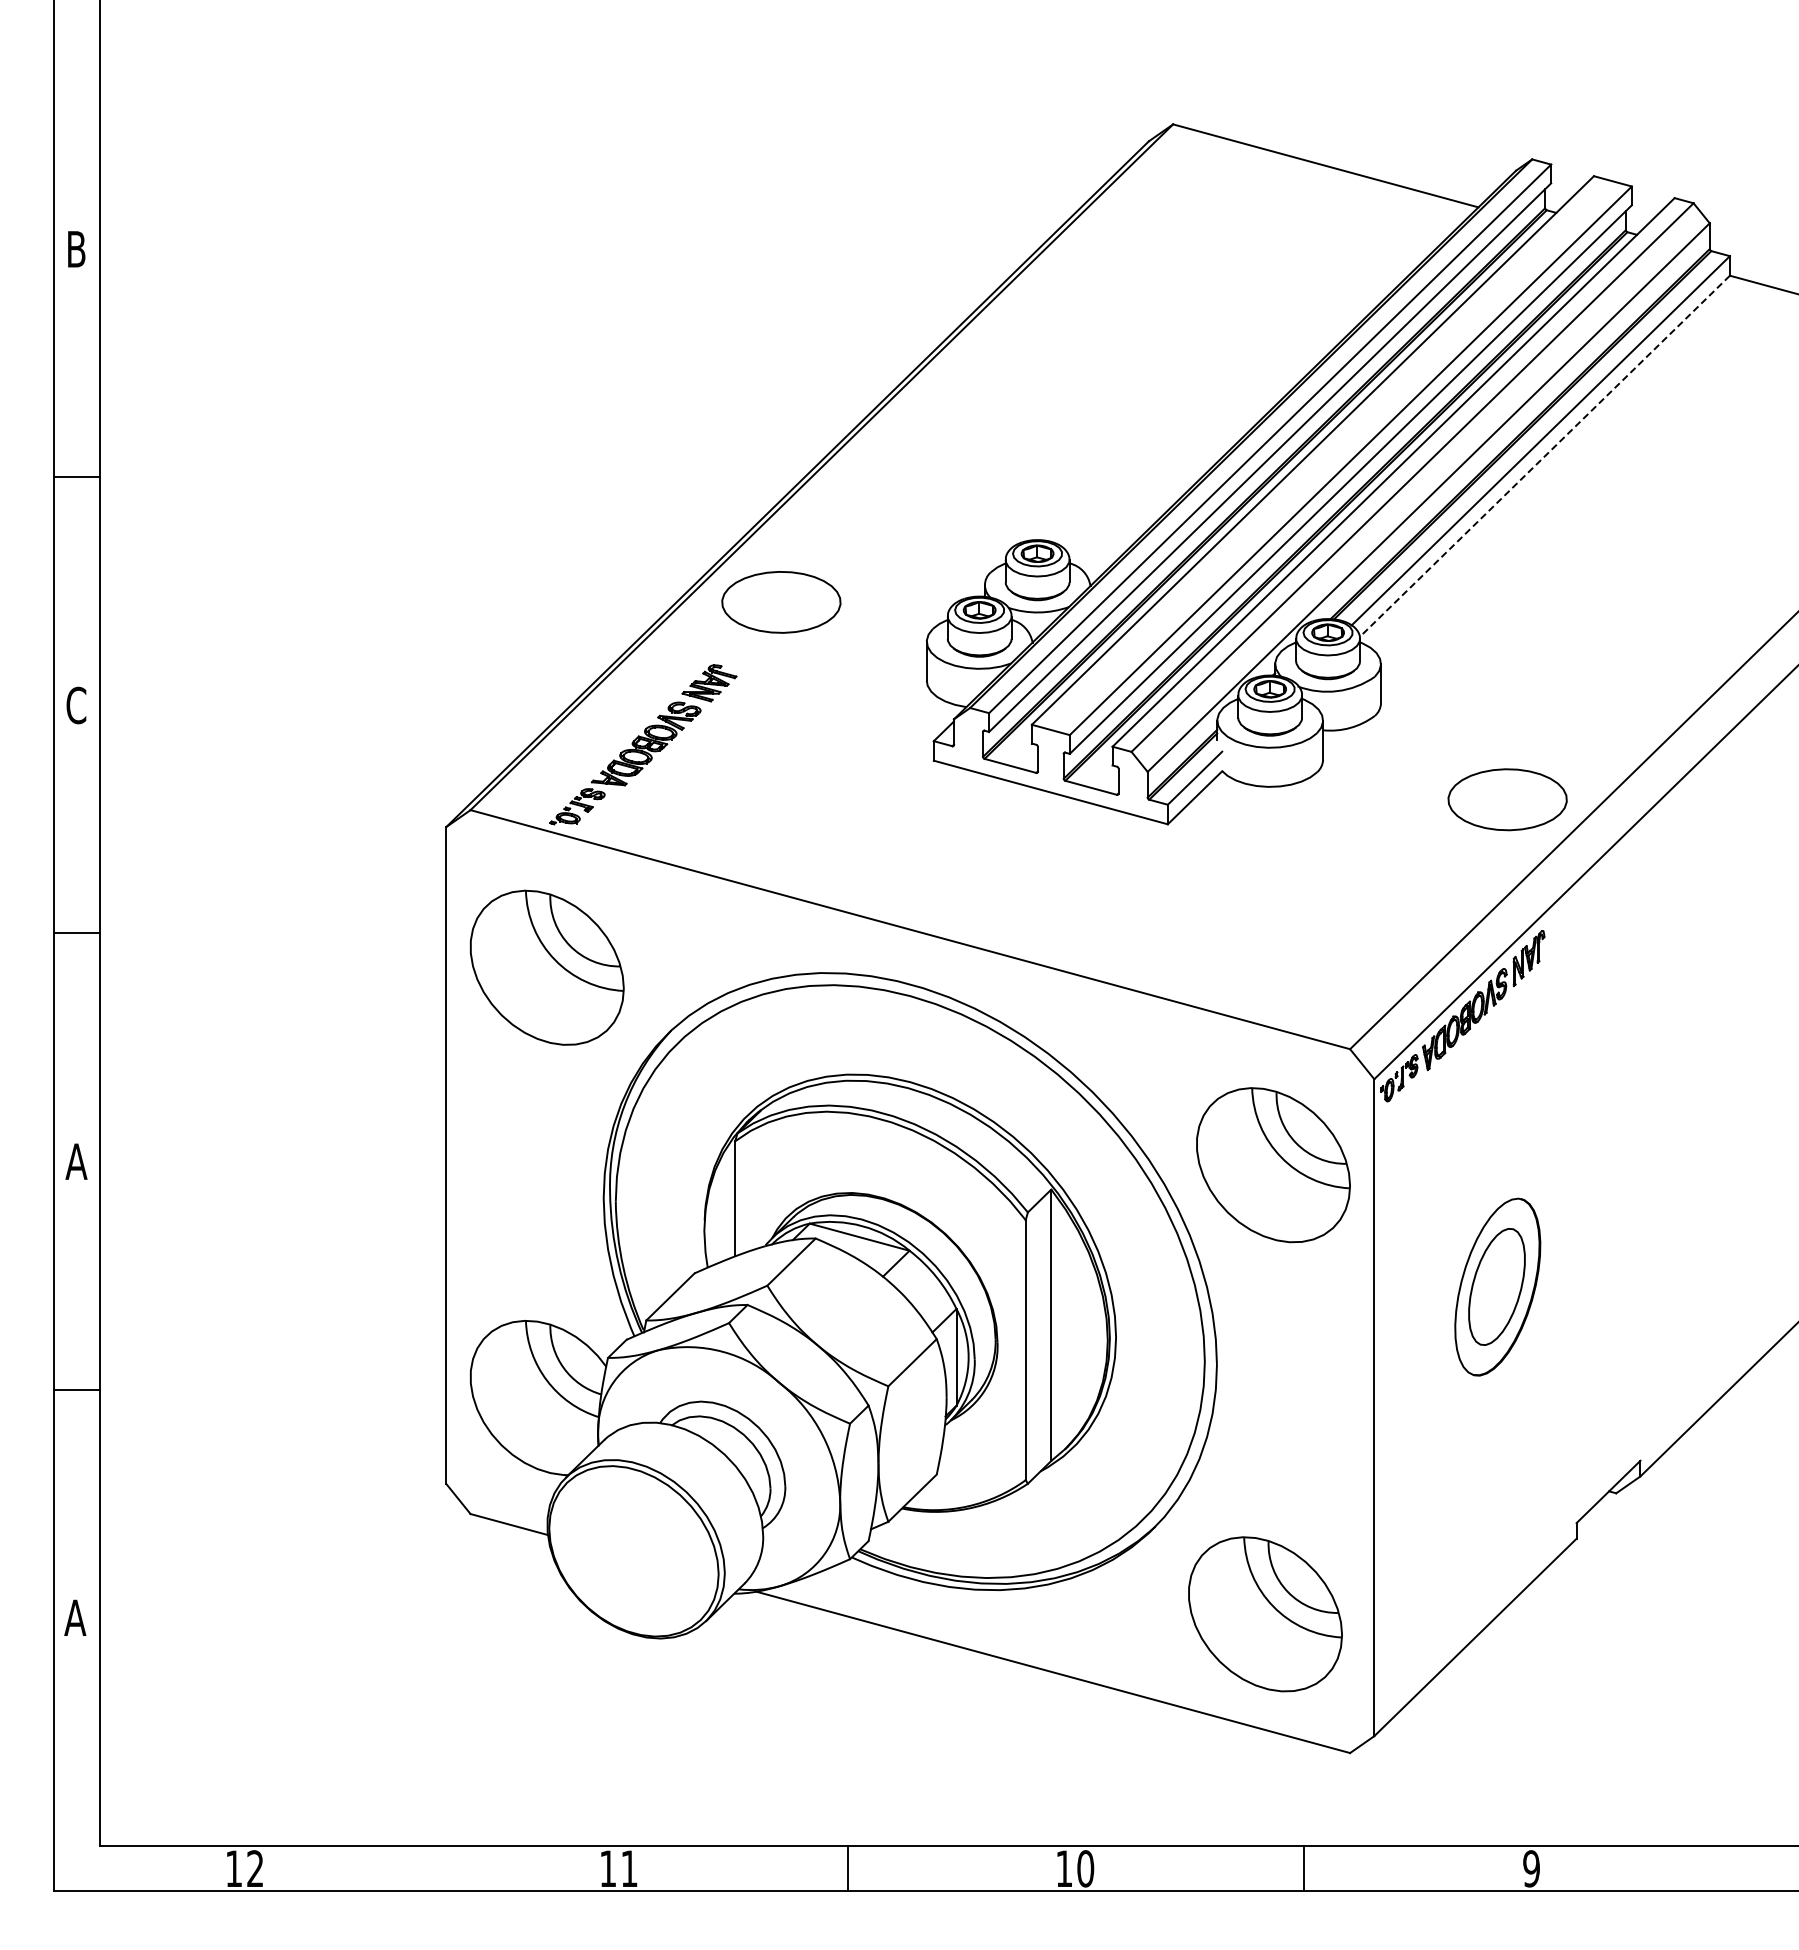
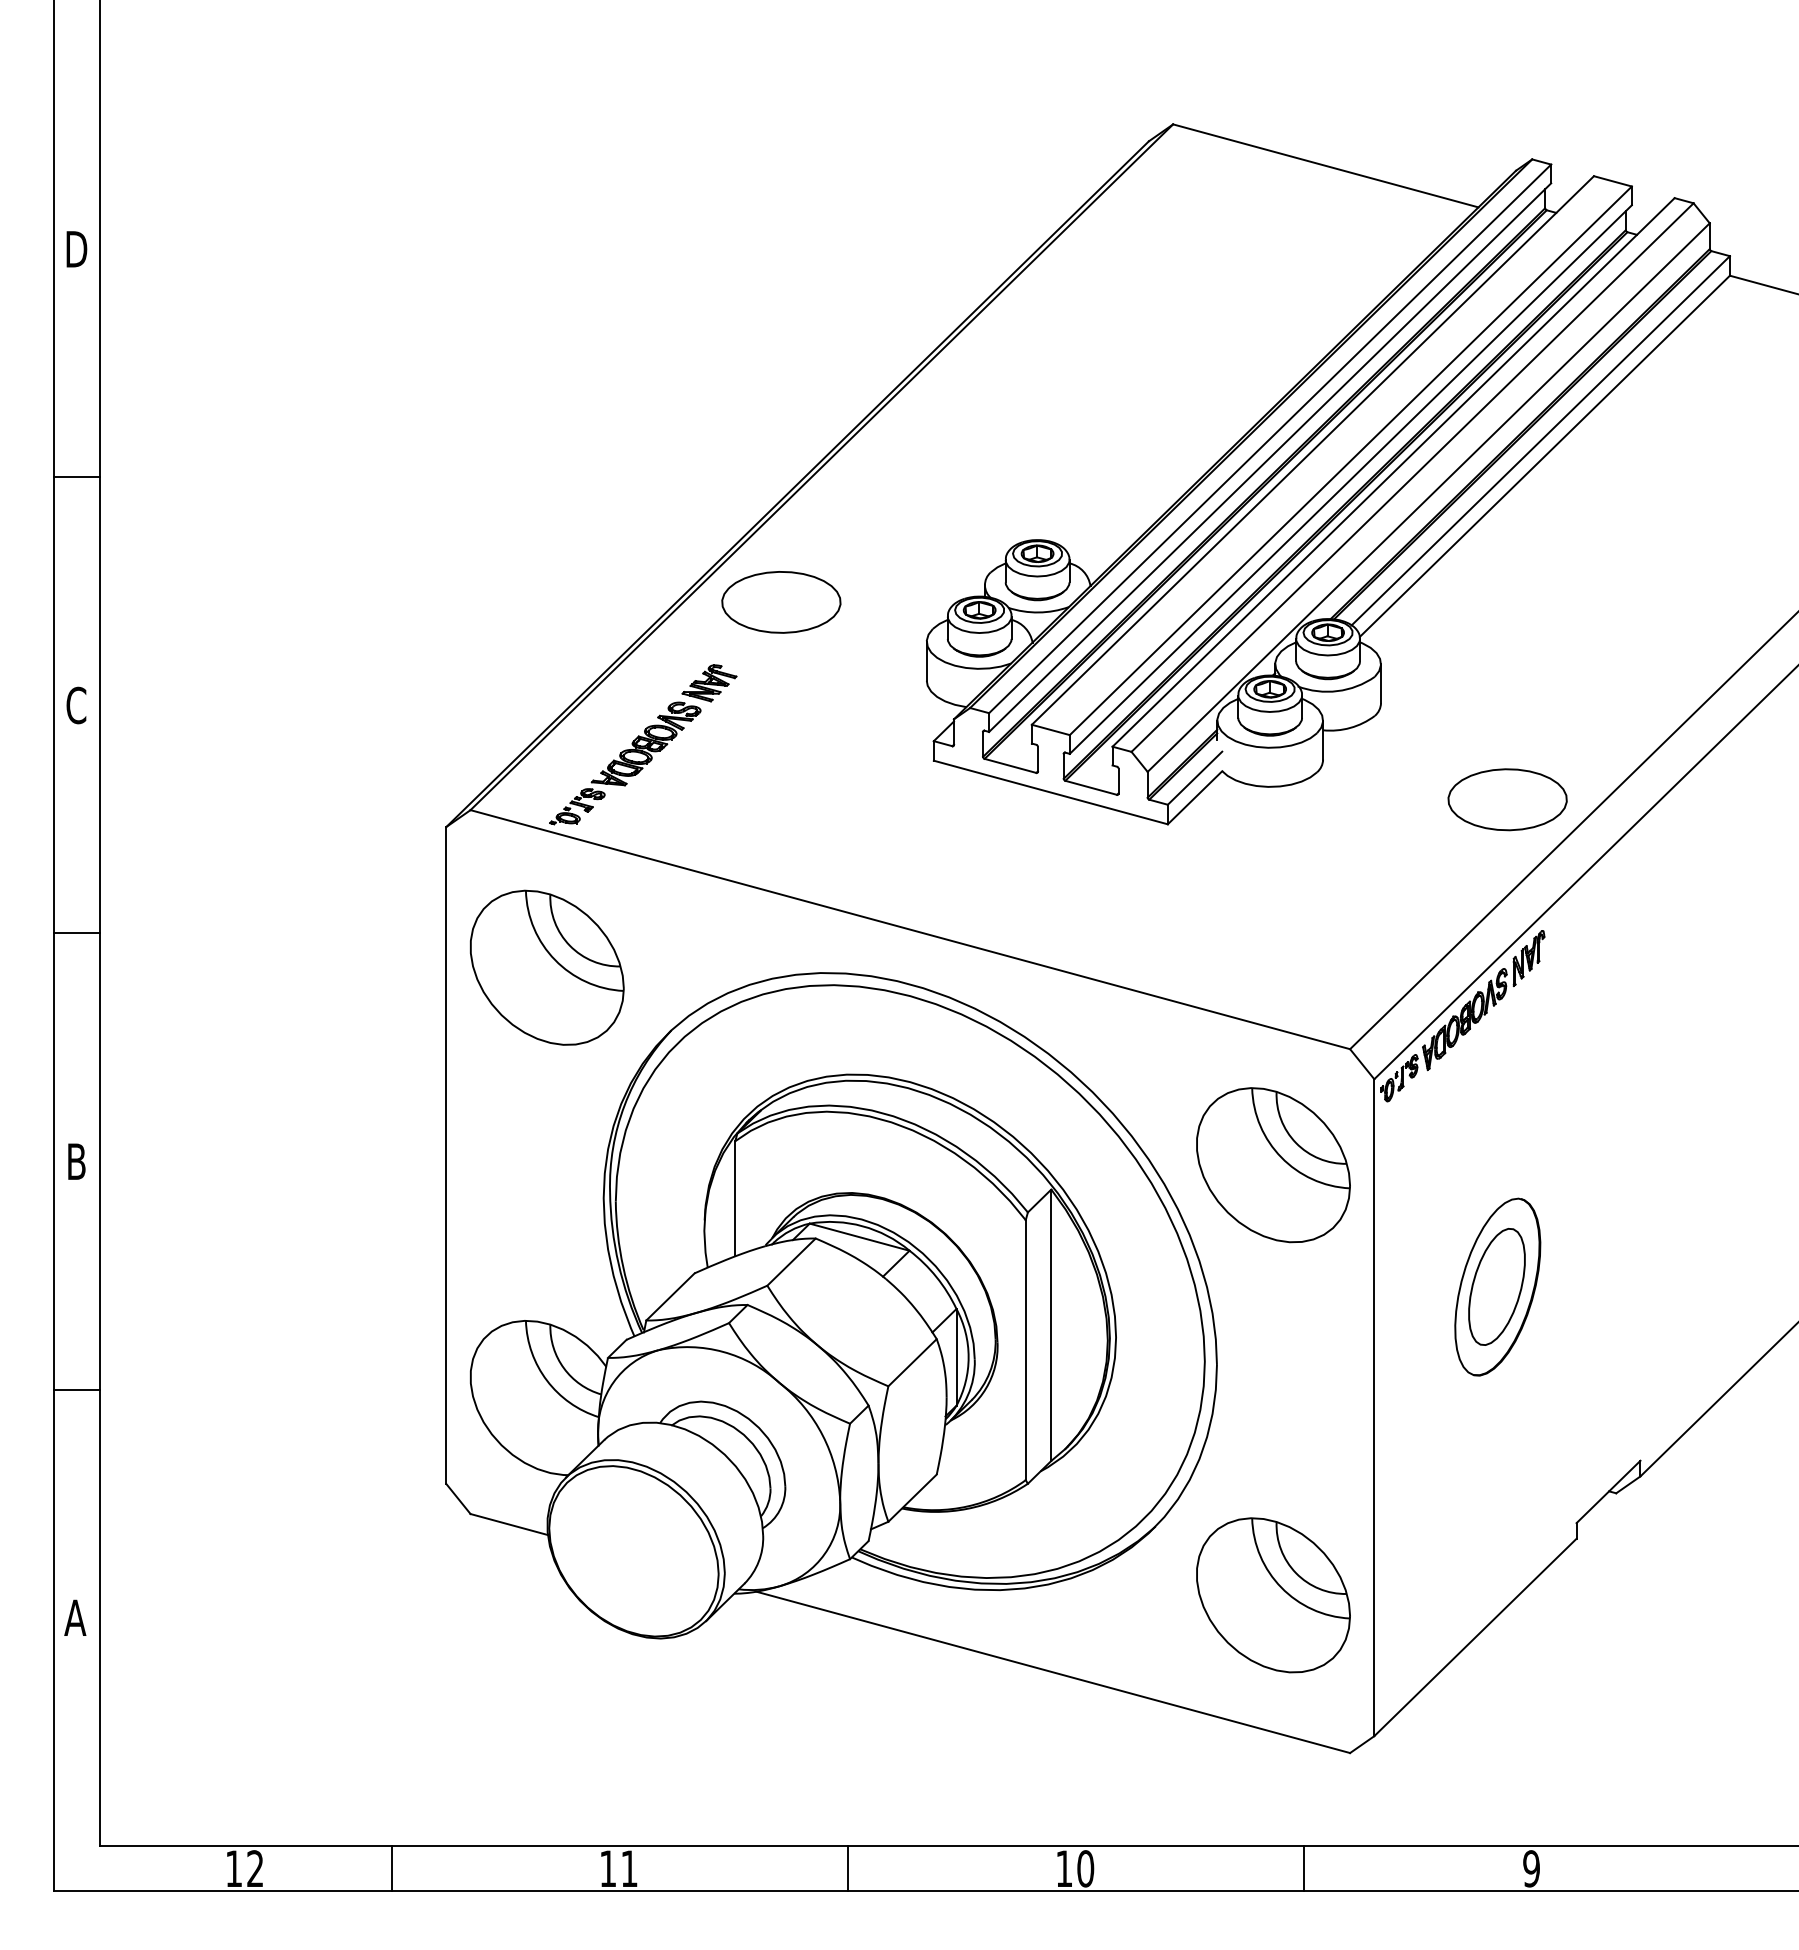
text at (76, 249): B -> D
line at (1544, 456): dashed -> solid
text at (76, 1161): A -> B
part at (1265, 1614) position: (1265, 1614) -> (1273, 1595)
line at (391, 1868): none -> present
